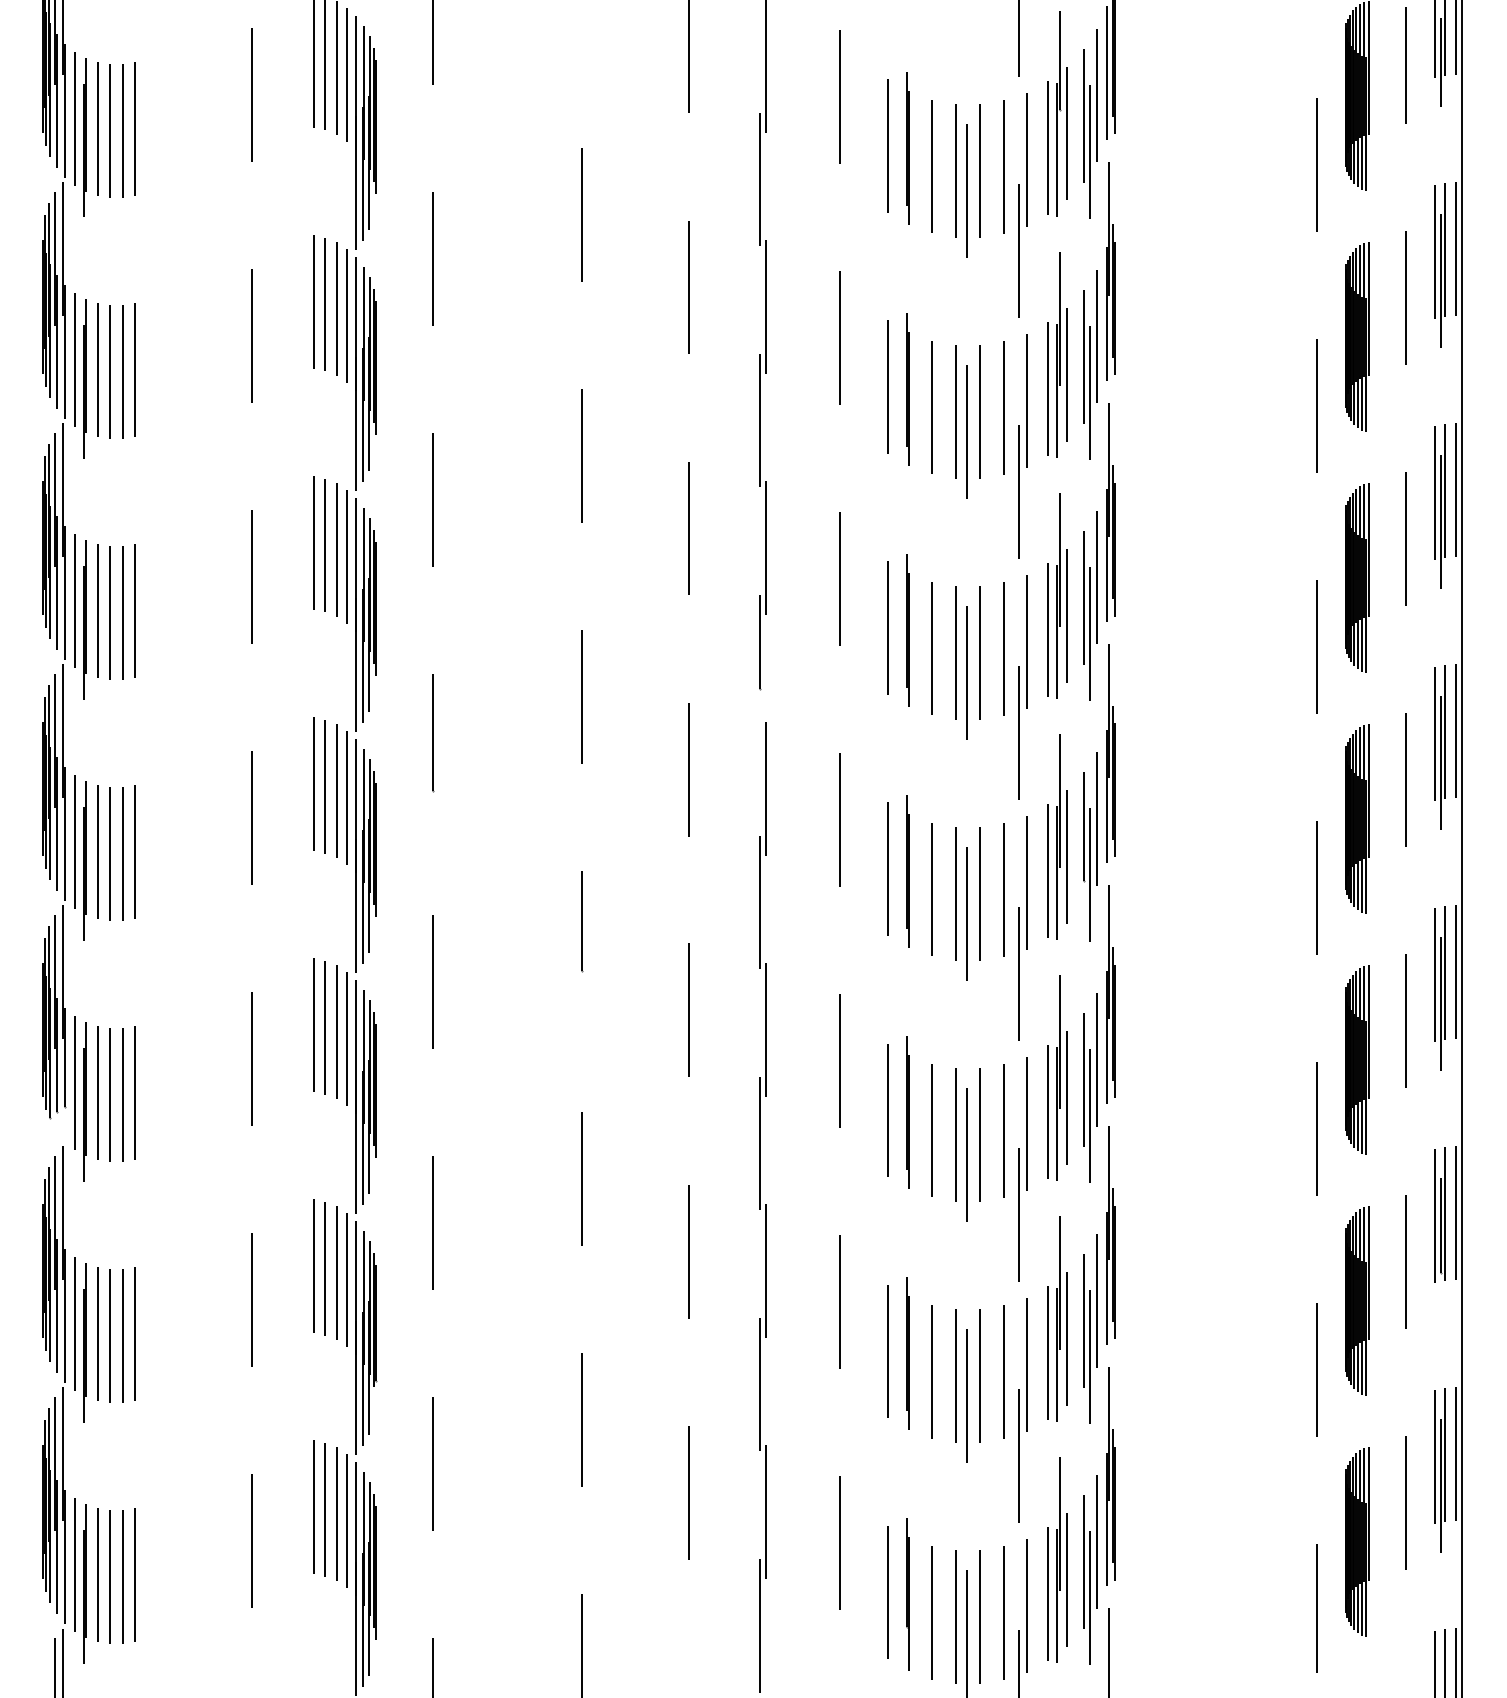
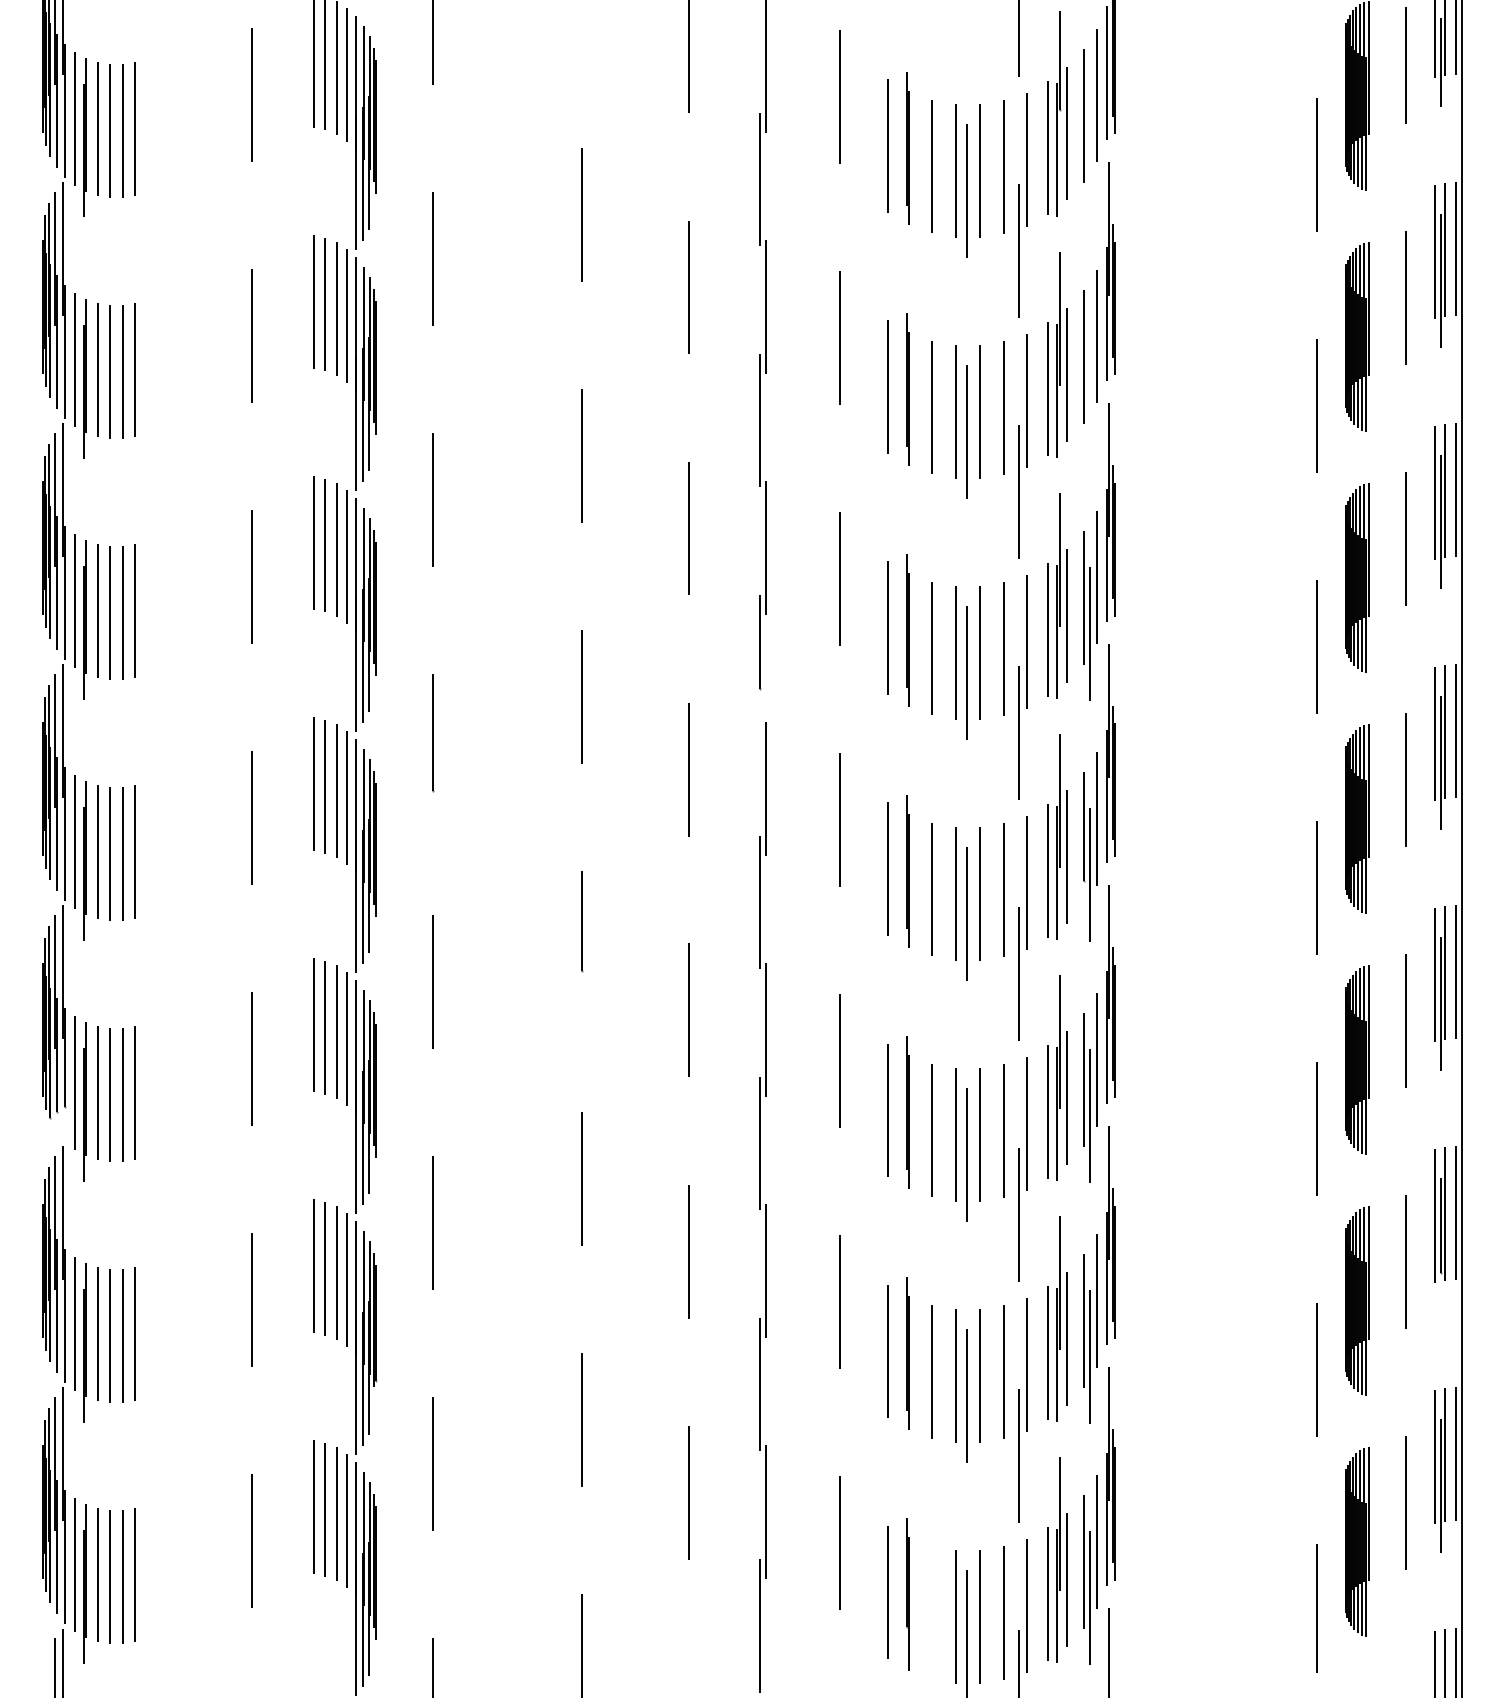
line at (1090, 151): present -> none
line at (1090, 392): present -> none
line at (931, 1612): present -> none
